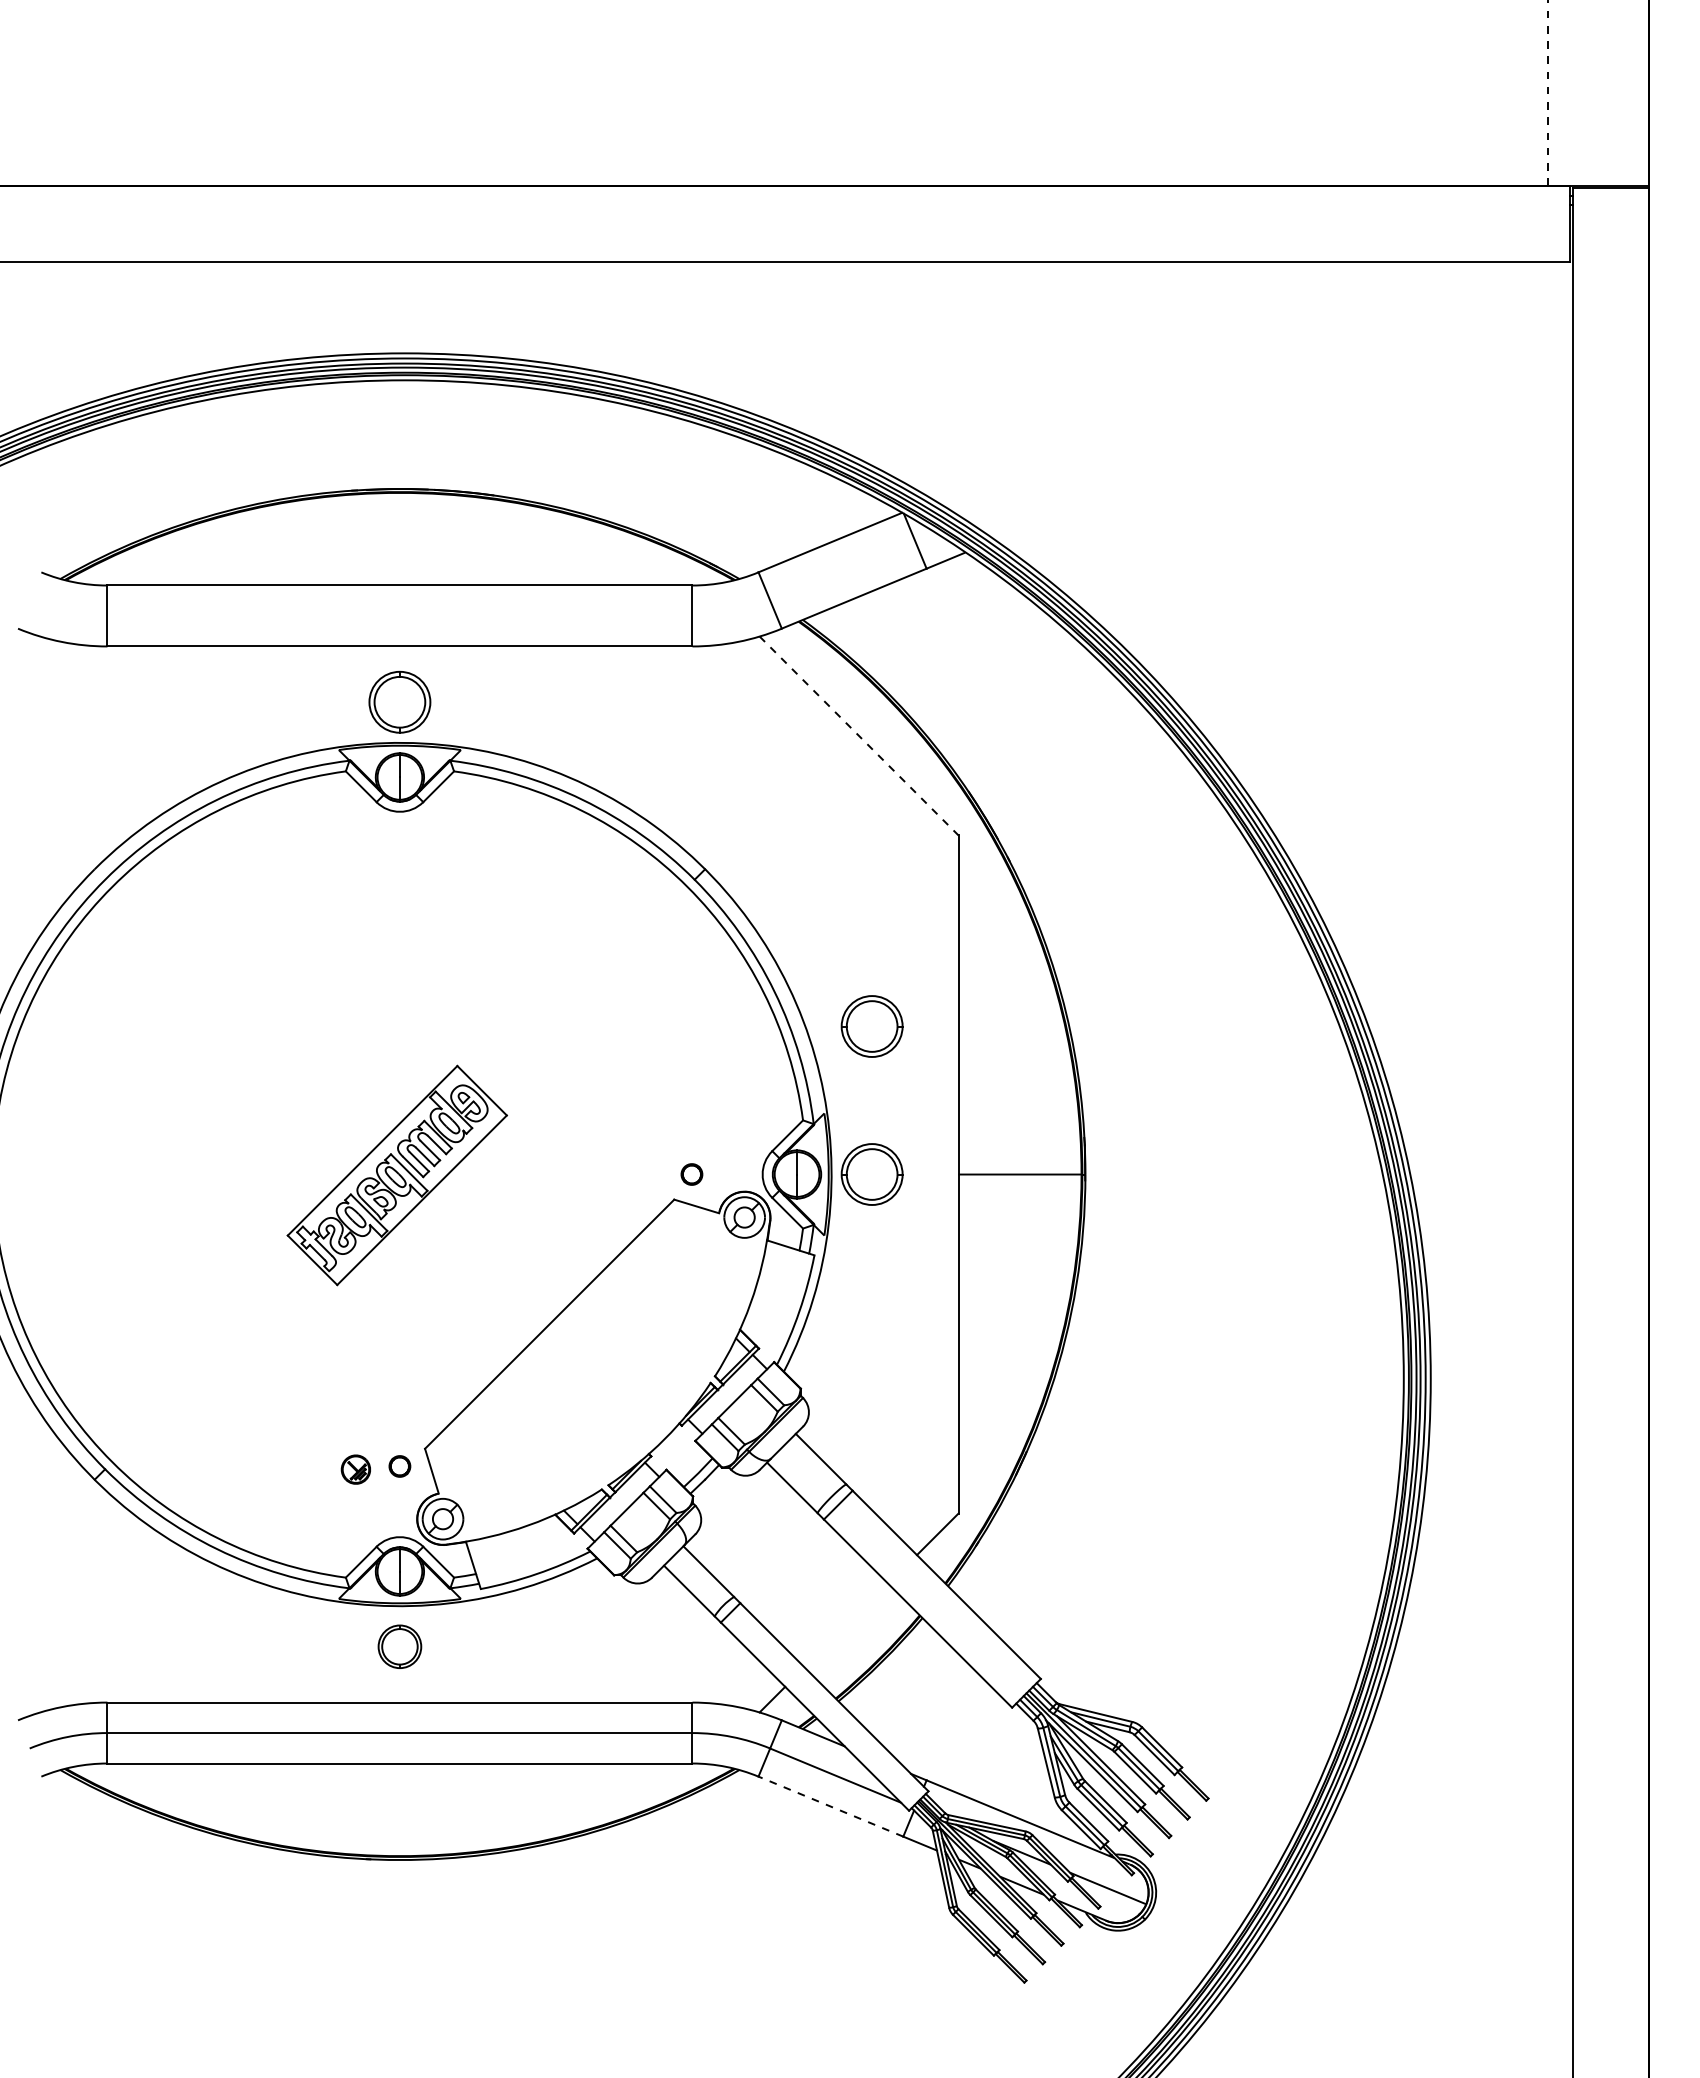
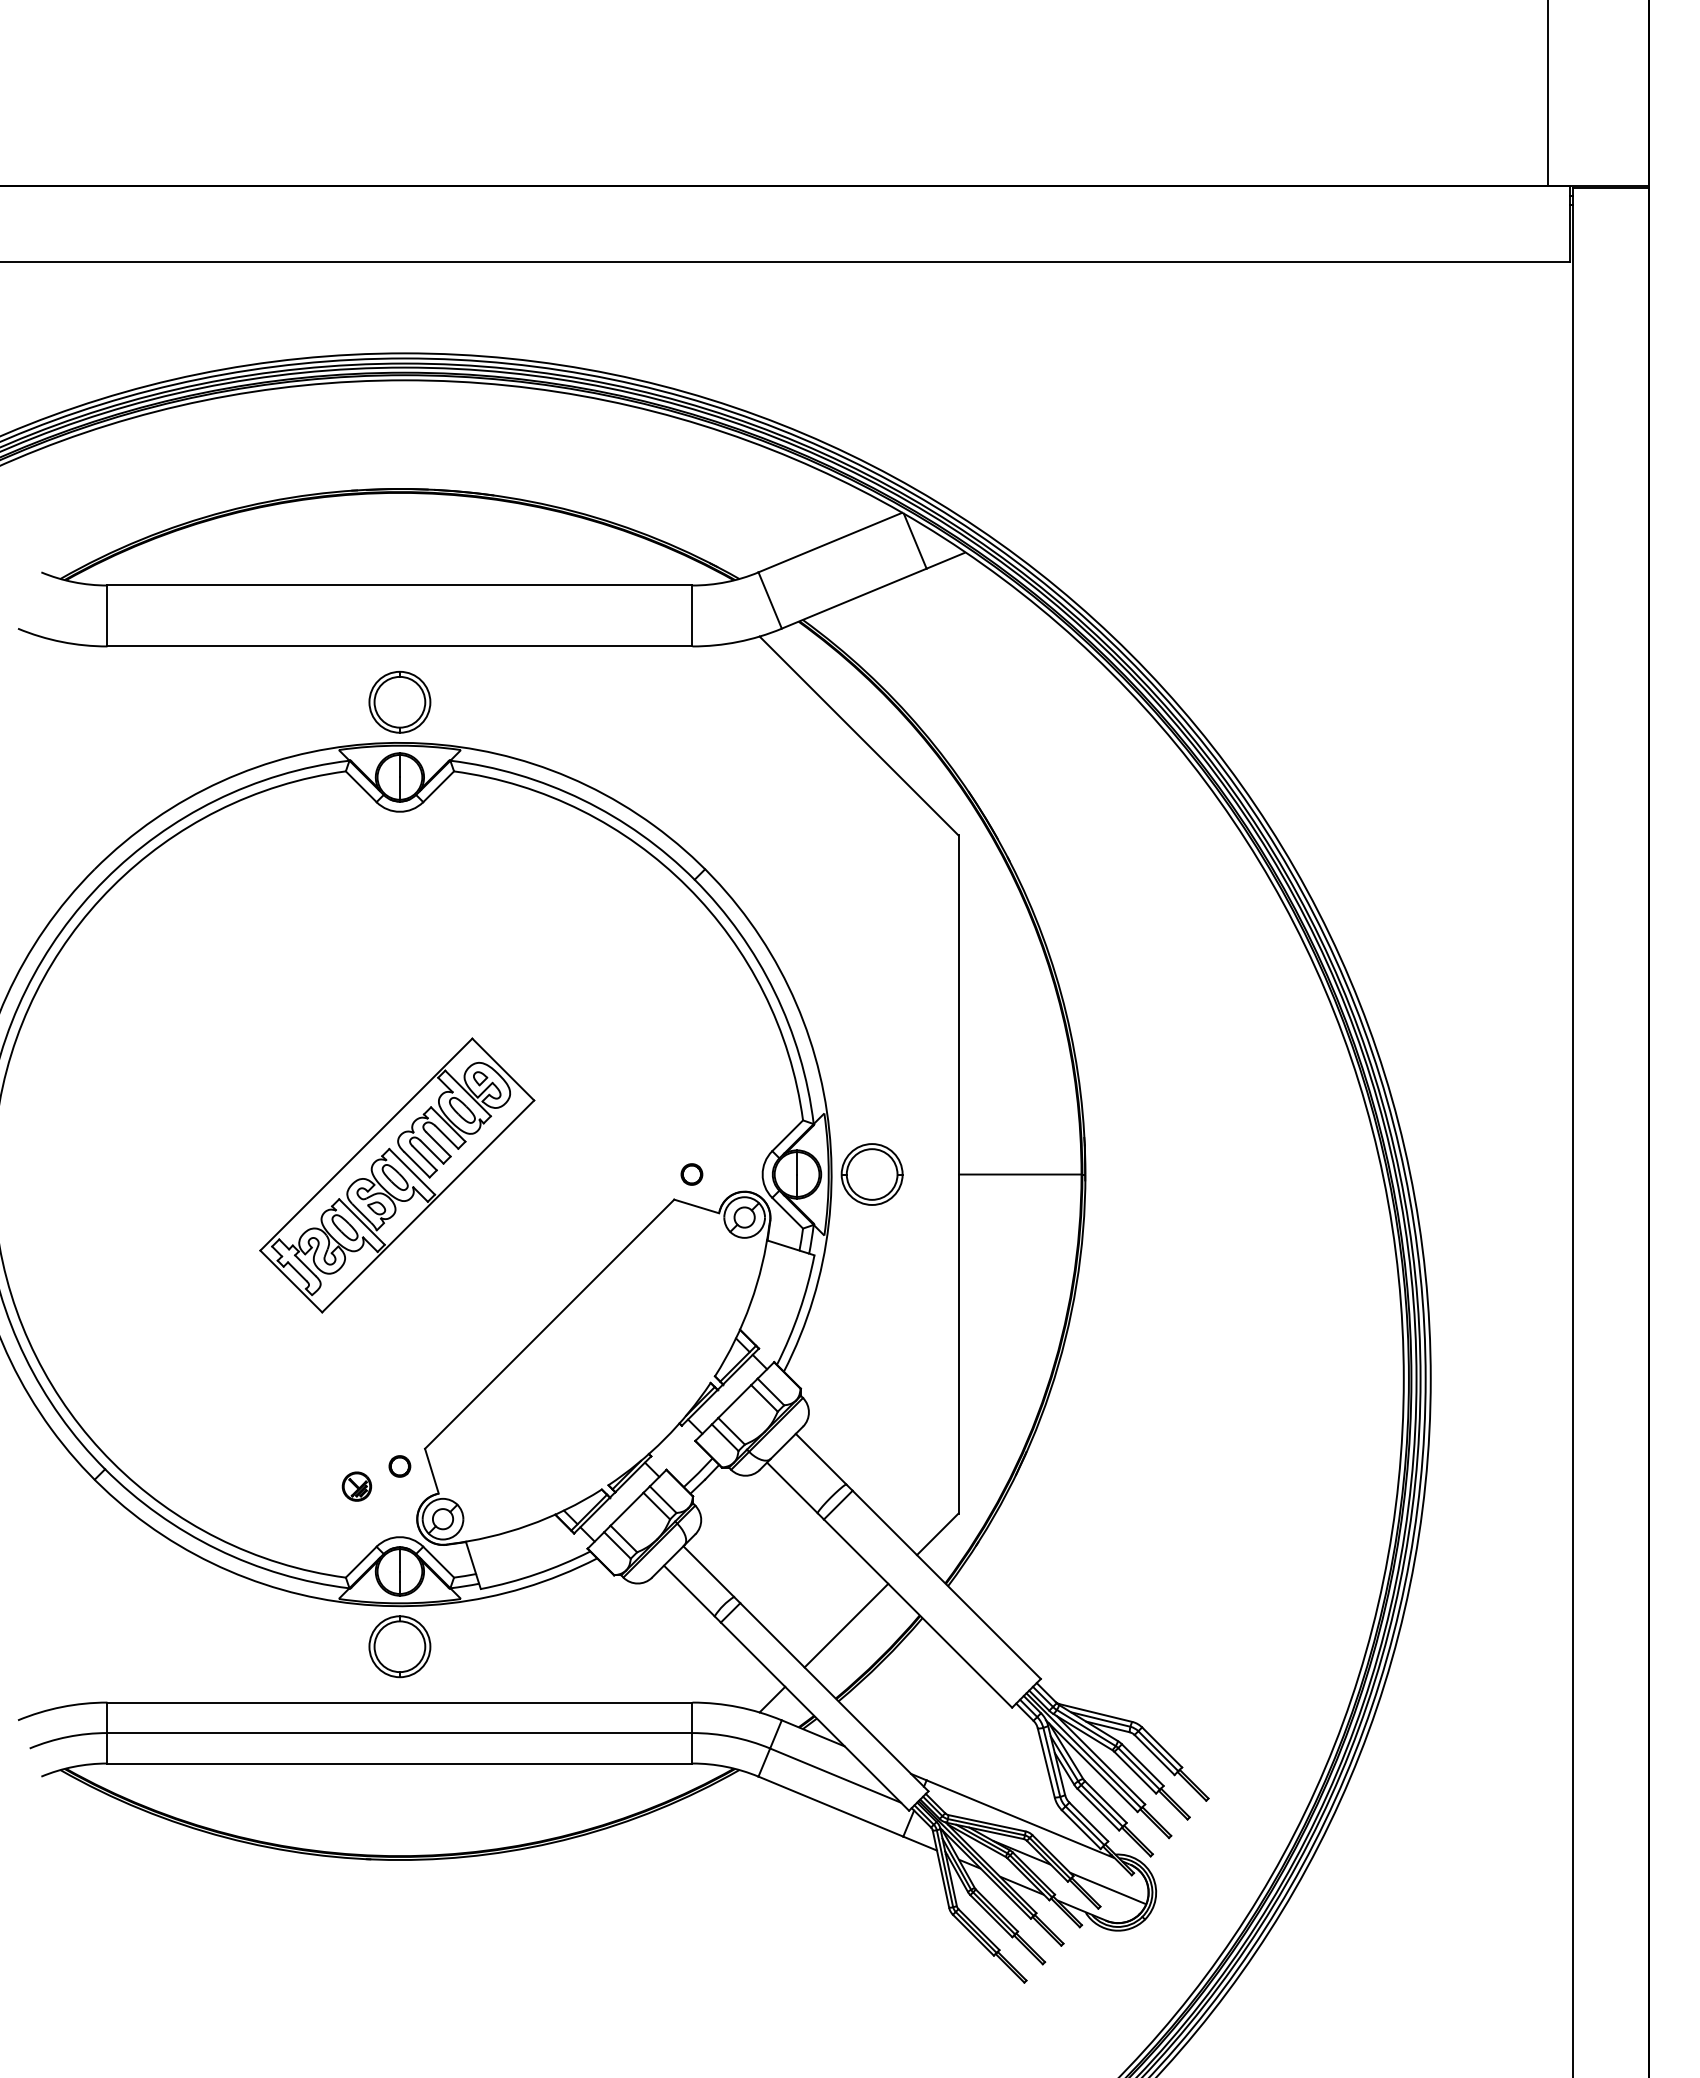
line at (1547, 93): dashed -> solid
line at (859, 735): dashed -> solid
part at (871, 1026): present -> none
part at (396, 1175) size: 222x223 px -> 277x277 px
part at (355, 1469) position: (355, 1469) -> (356, 1486)
line at (846, 1625): none -> present
part at (399, 1646) size: 46x45 px -> 64x64 px
line at (830, 1806): dashed -> solid
